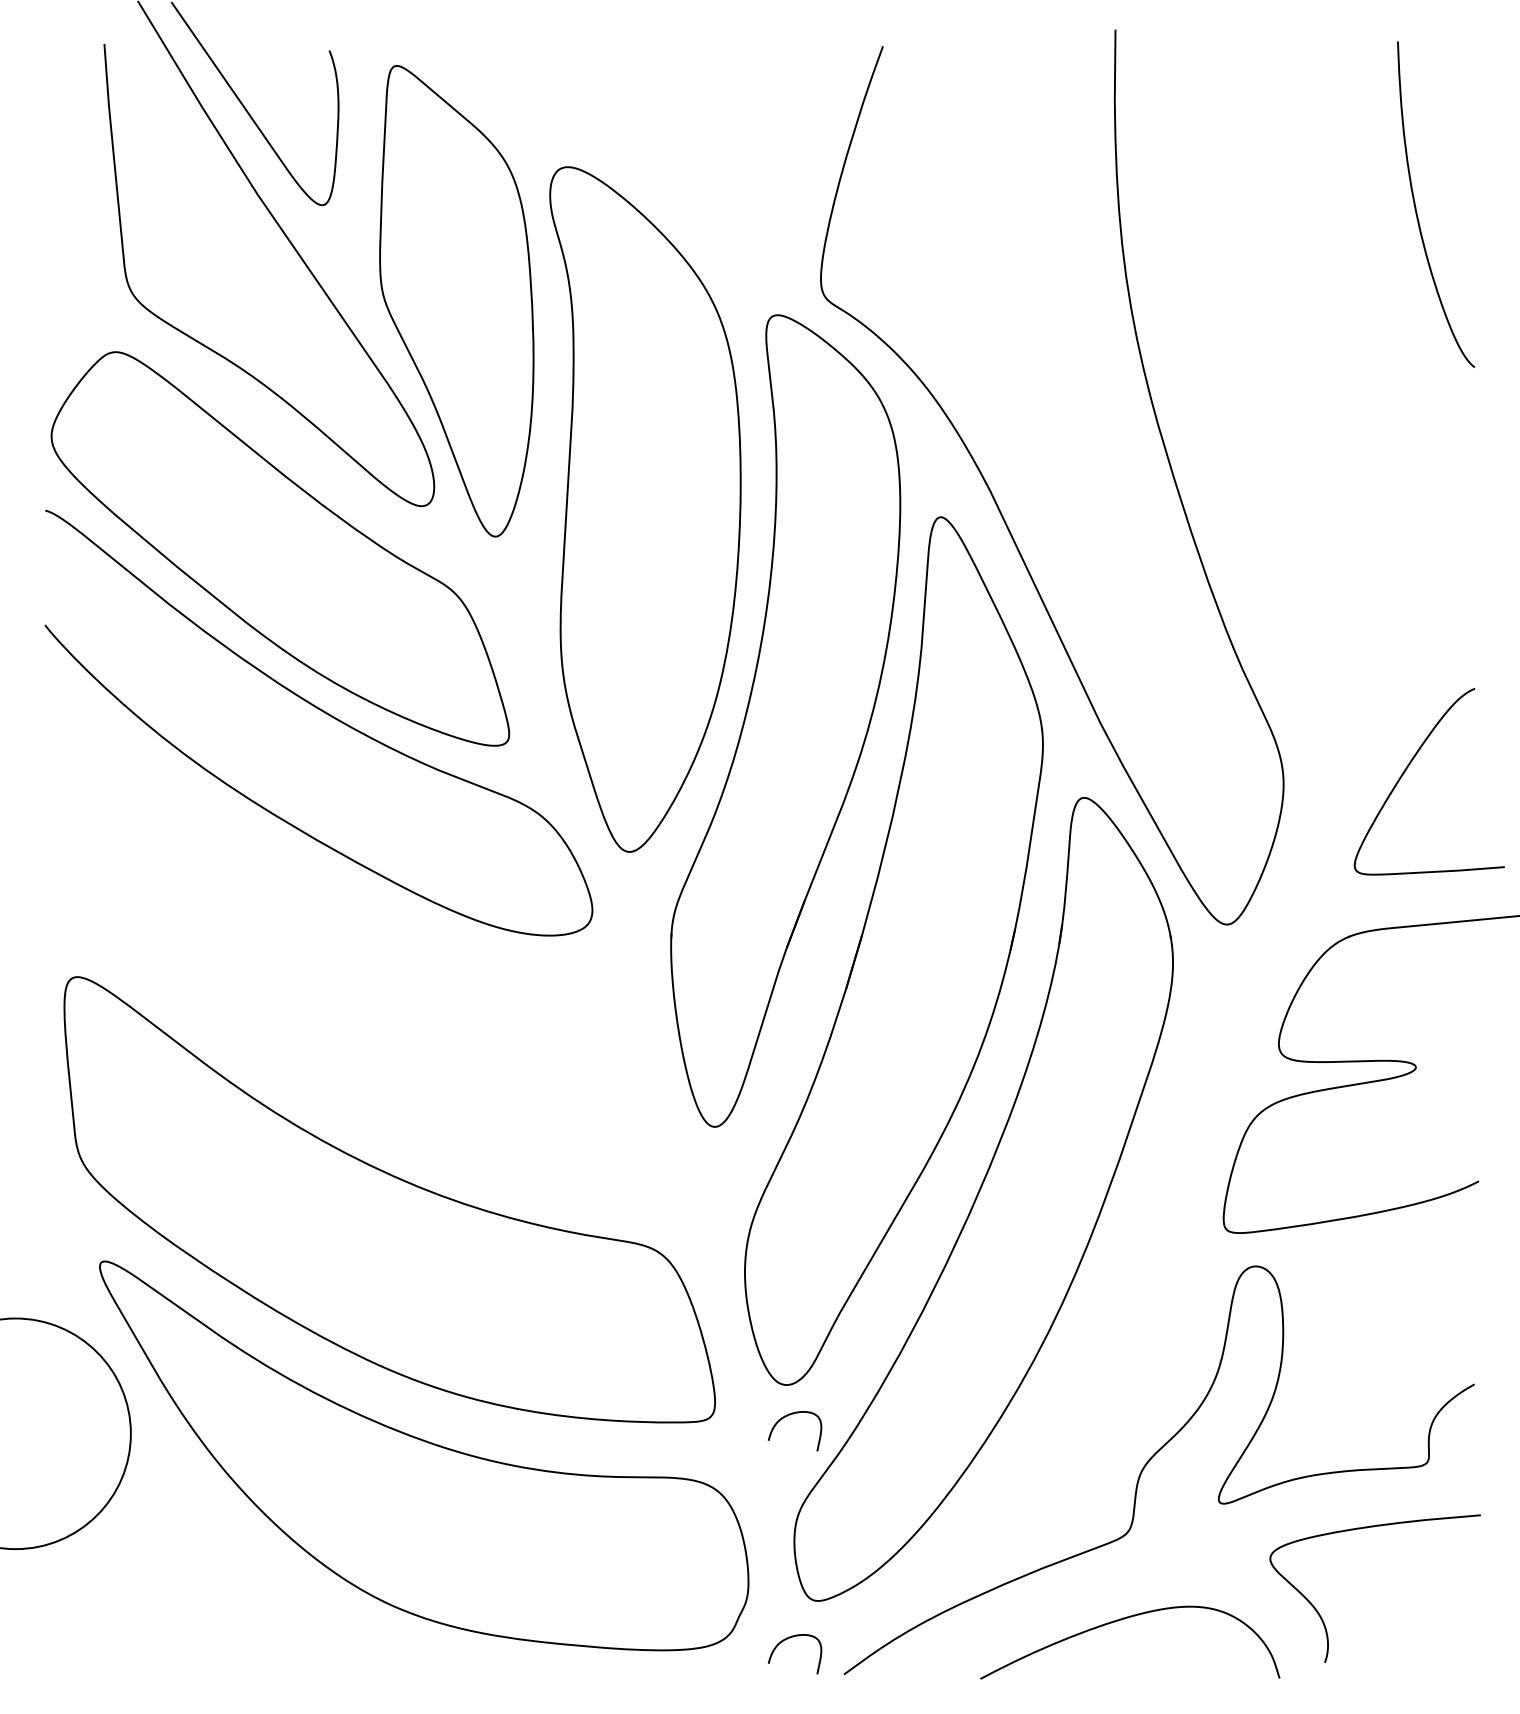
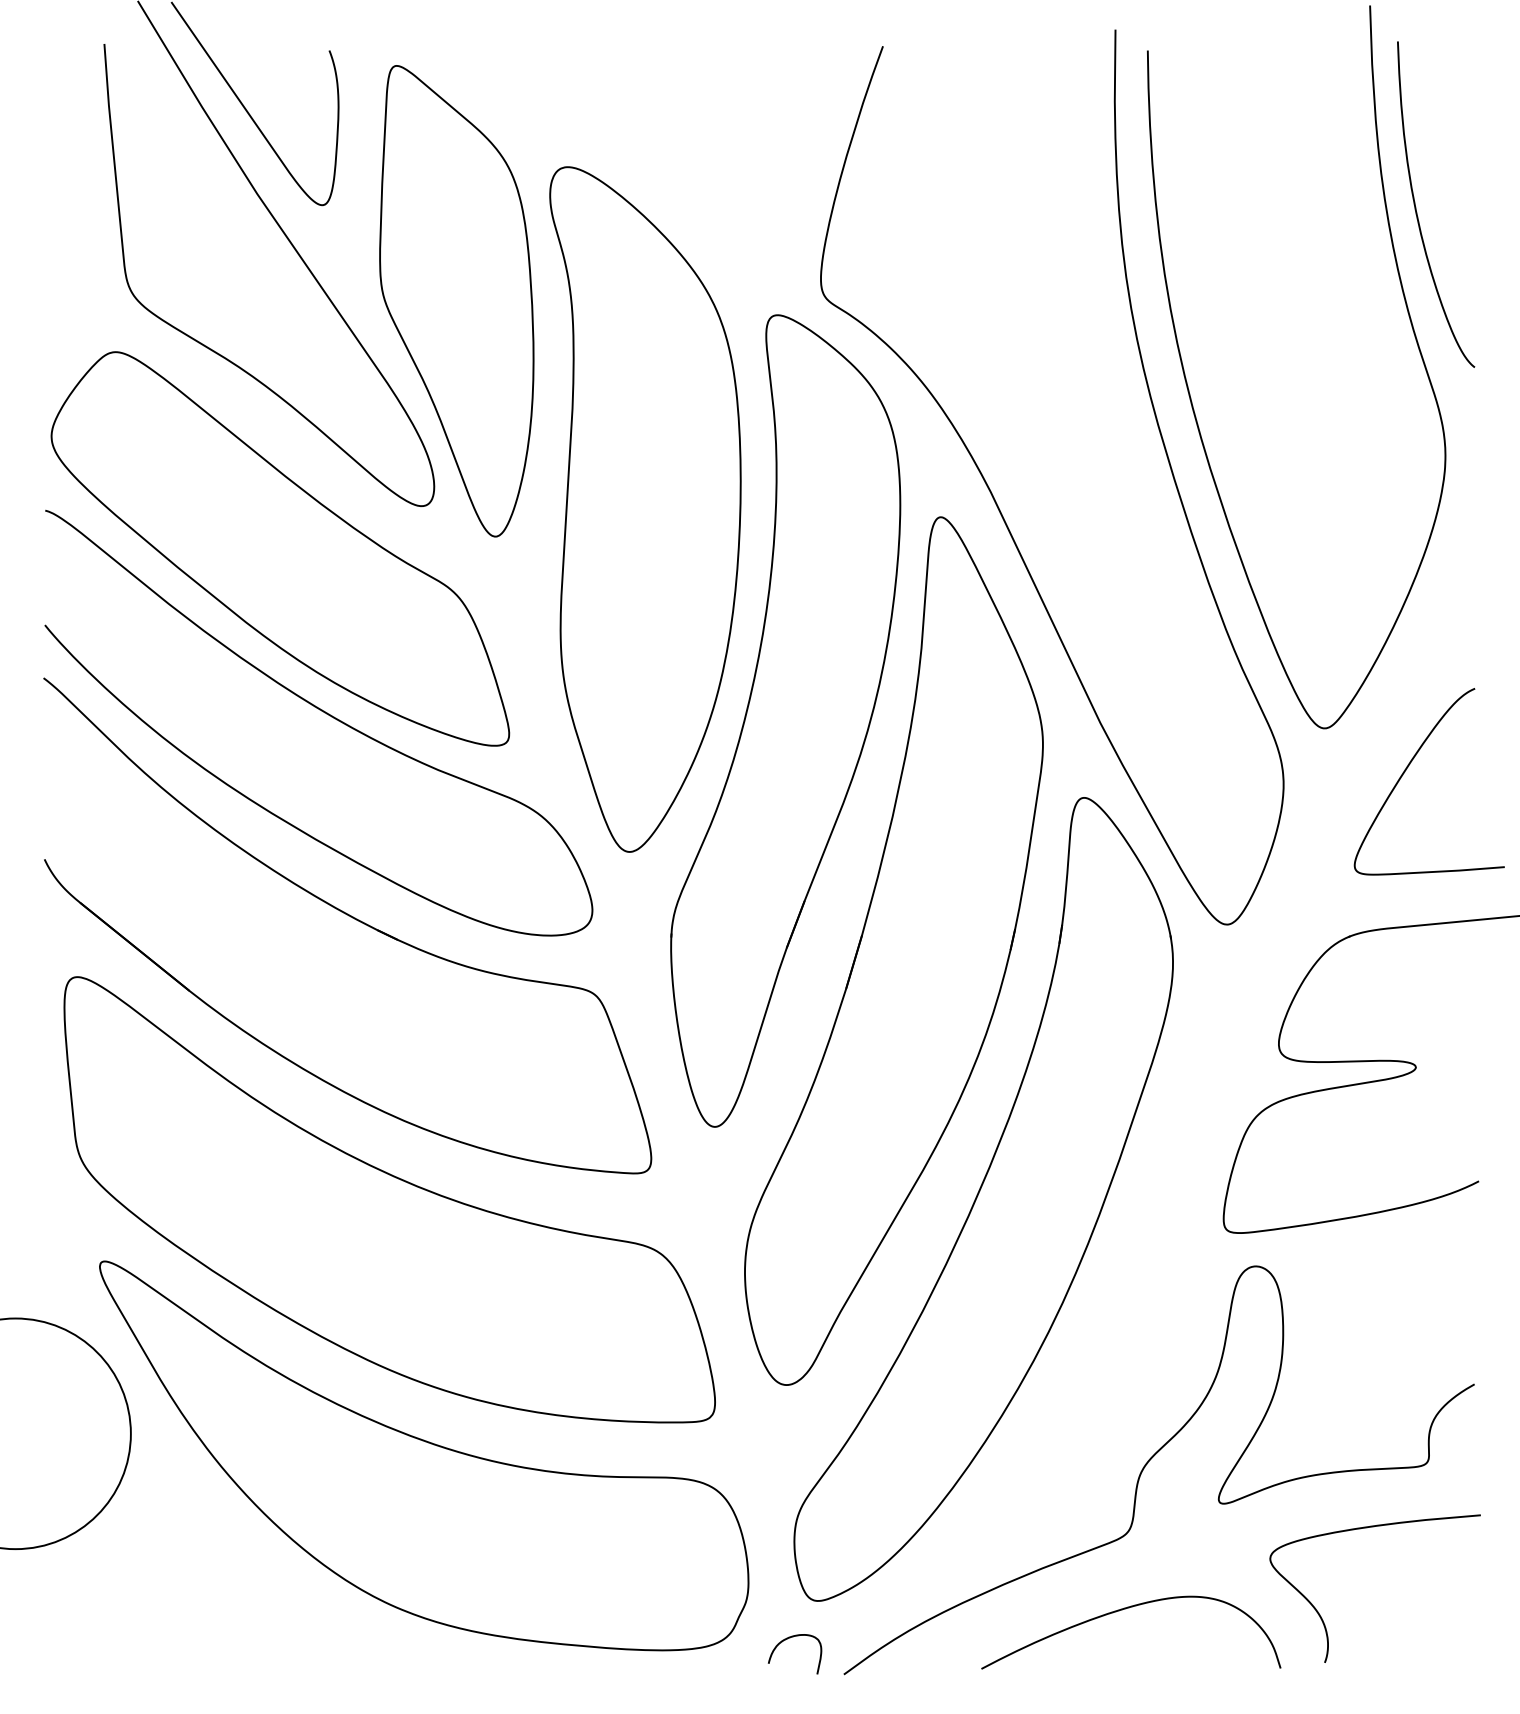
curve at (1190, 393): none -> present
part at (350, 917): none -> present
curve at (790, 1415): present -> none
curve at (1124, 1619) position: (1124, 1619) -> (1125, 1609)
